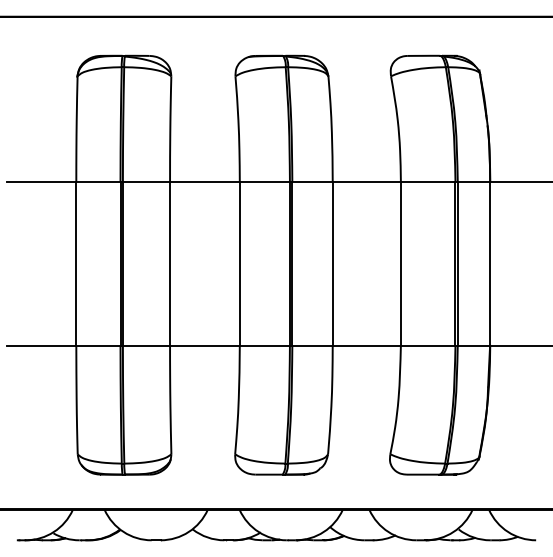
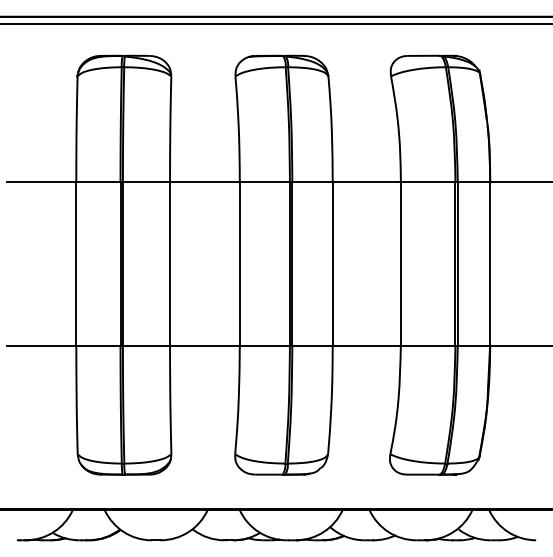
line at (275, 24): none -> present
